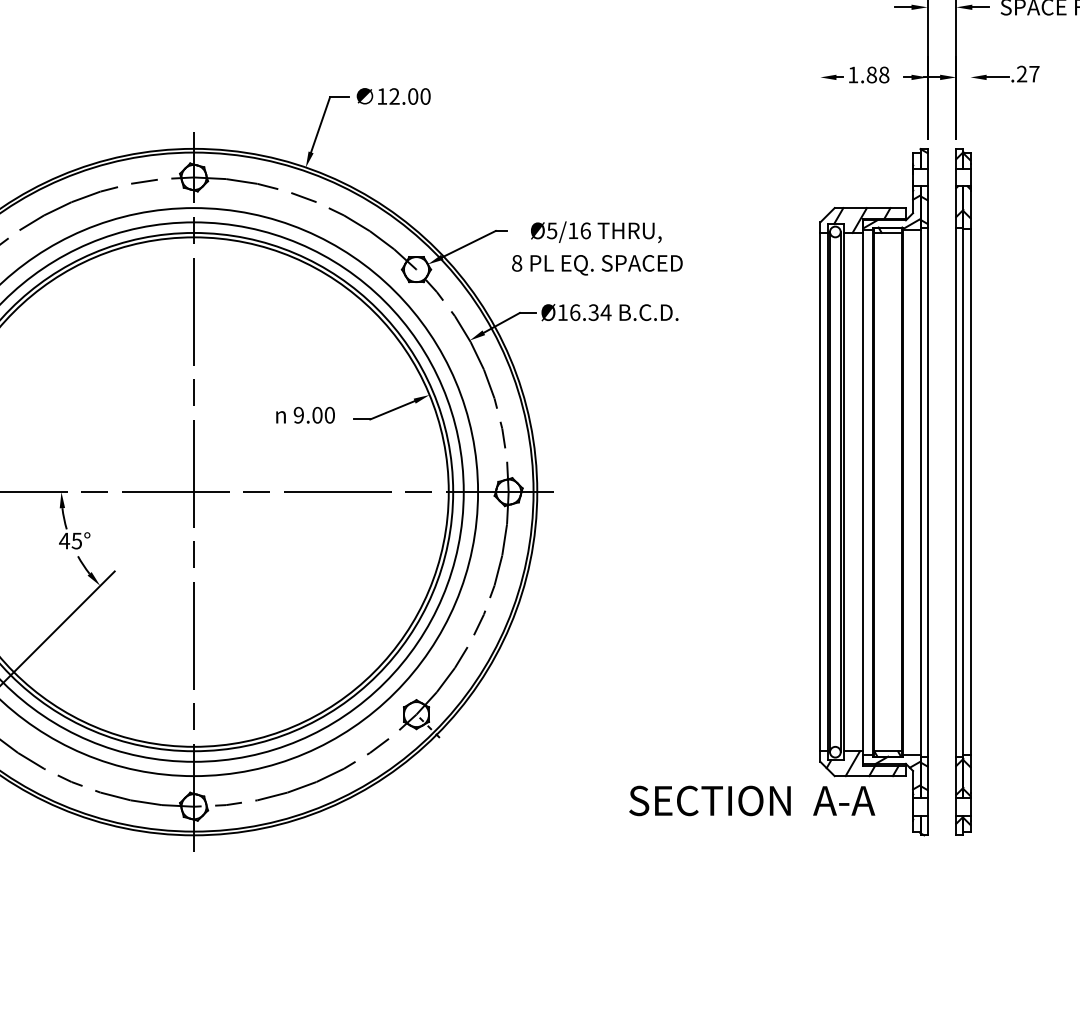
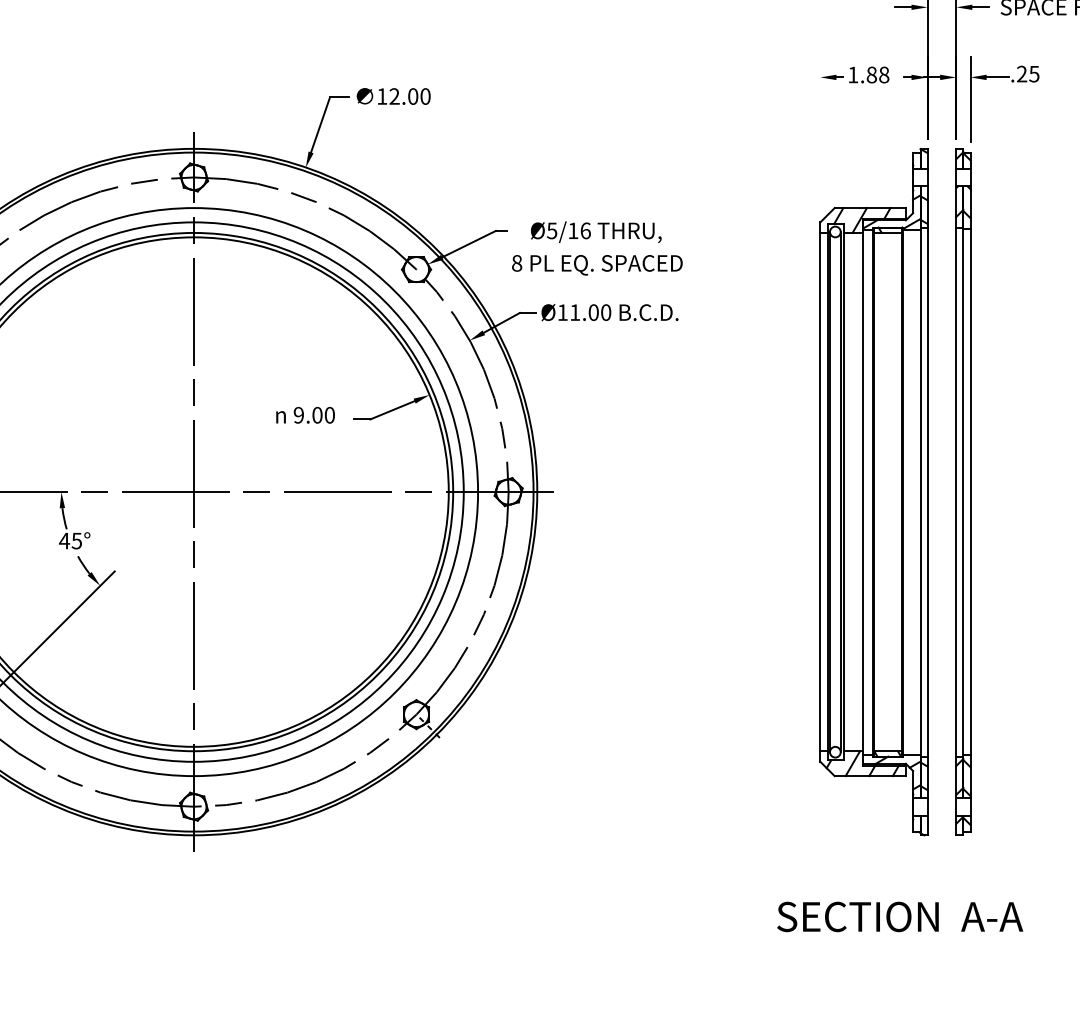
text at (1034, 74): .27 -> .25
line at (970, 99): none -> present
text at (590, 312): Ø16.34 -> Ø11.00
text at (752, 800) position: (752, 800) -> (900, 916)
